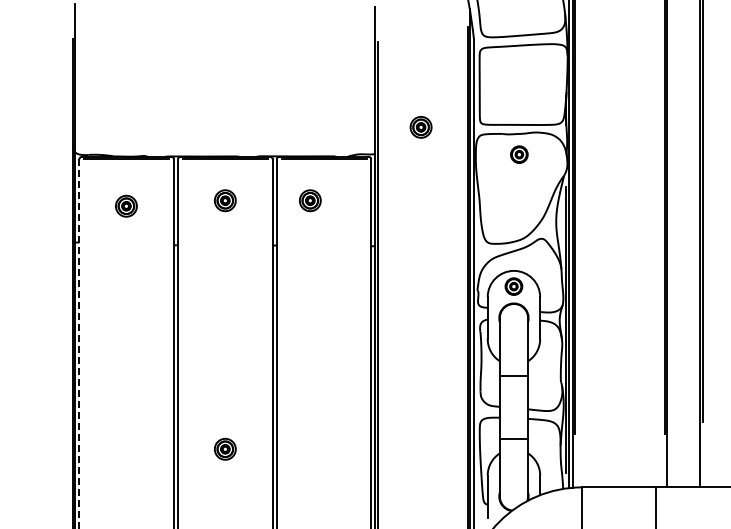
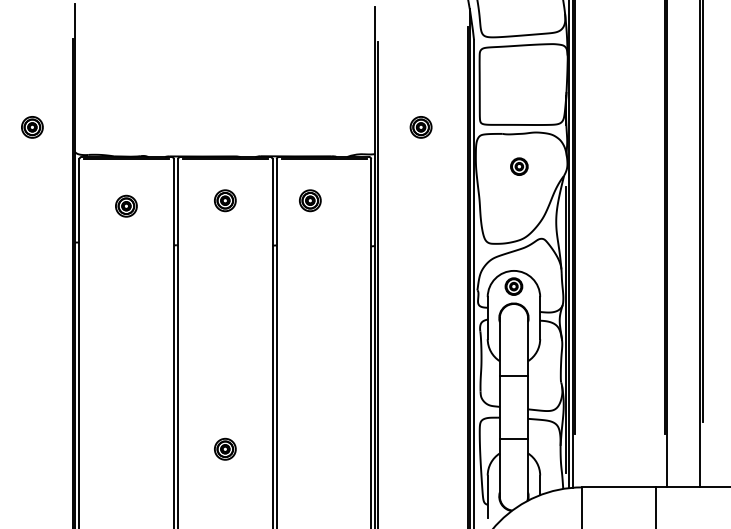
part at (32, 127): none -> present
part at (519, 154) position: (519, 154) -> (519, 166)
line at (79, 343): dashed -> solid
